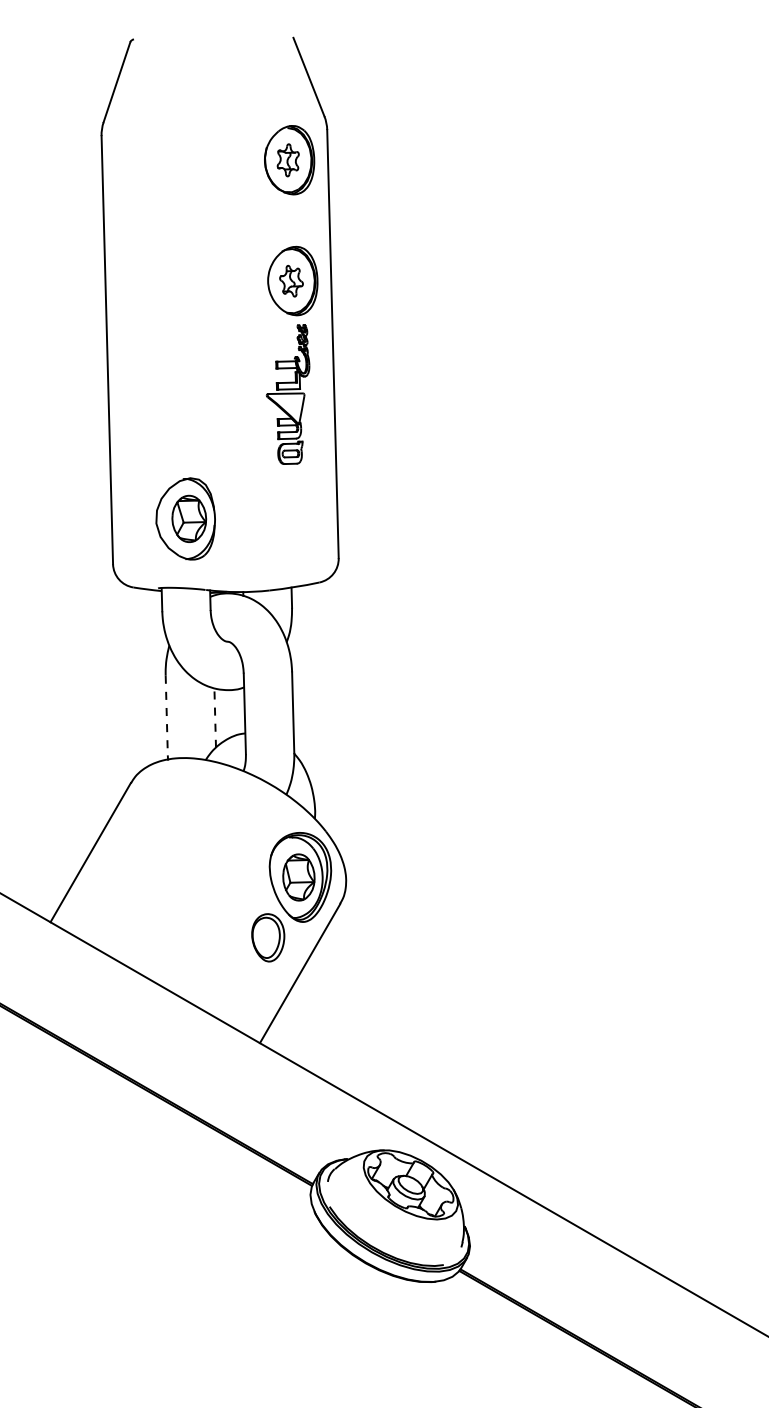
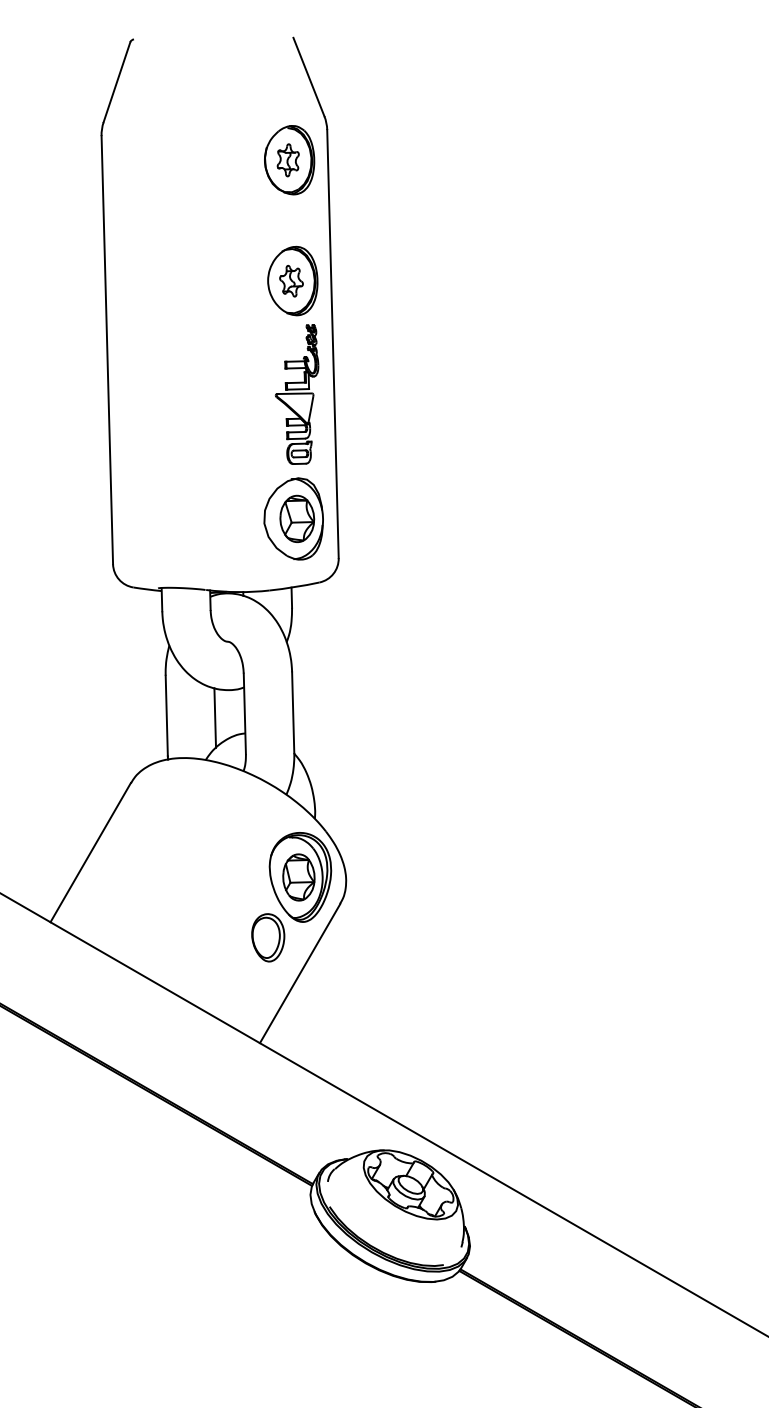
part at (287, 394) position: (287, 394) -> (296, 394)
part at (185, 518) position: (185, 518) -> (293, 518)
line at (166, 716): dashed -> solid
line at (215, 718): dashed -> solid
